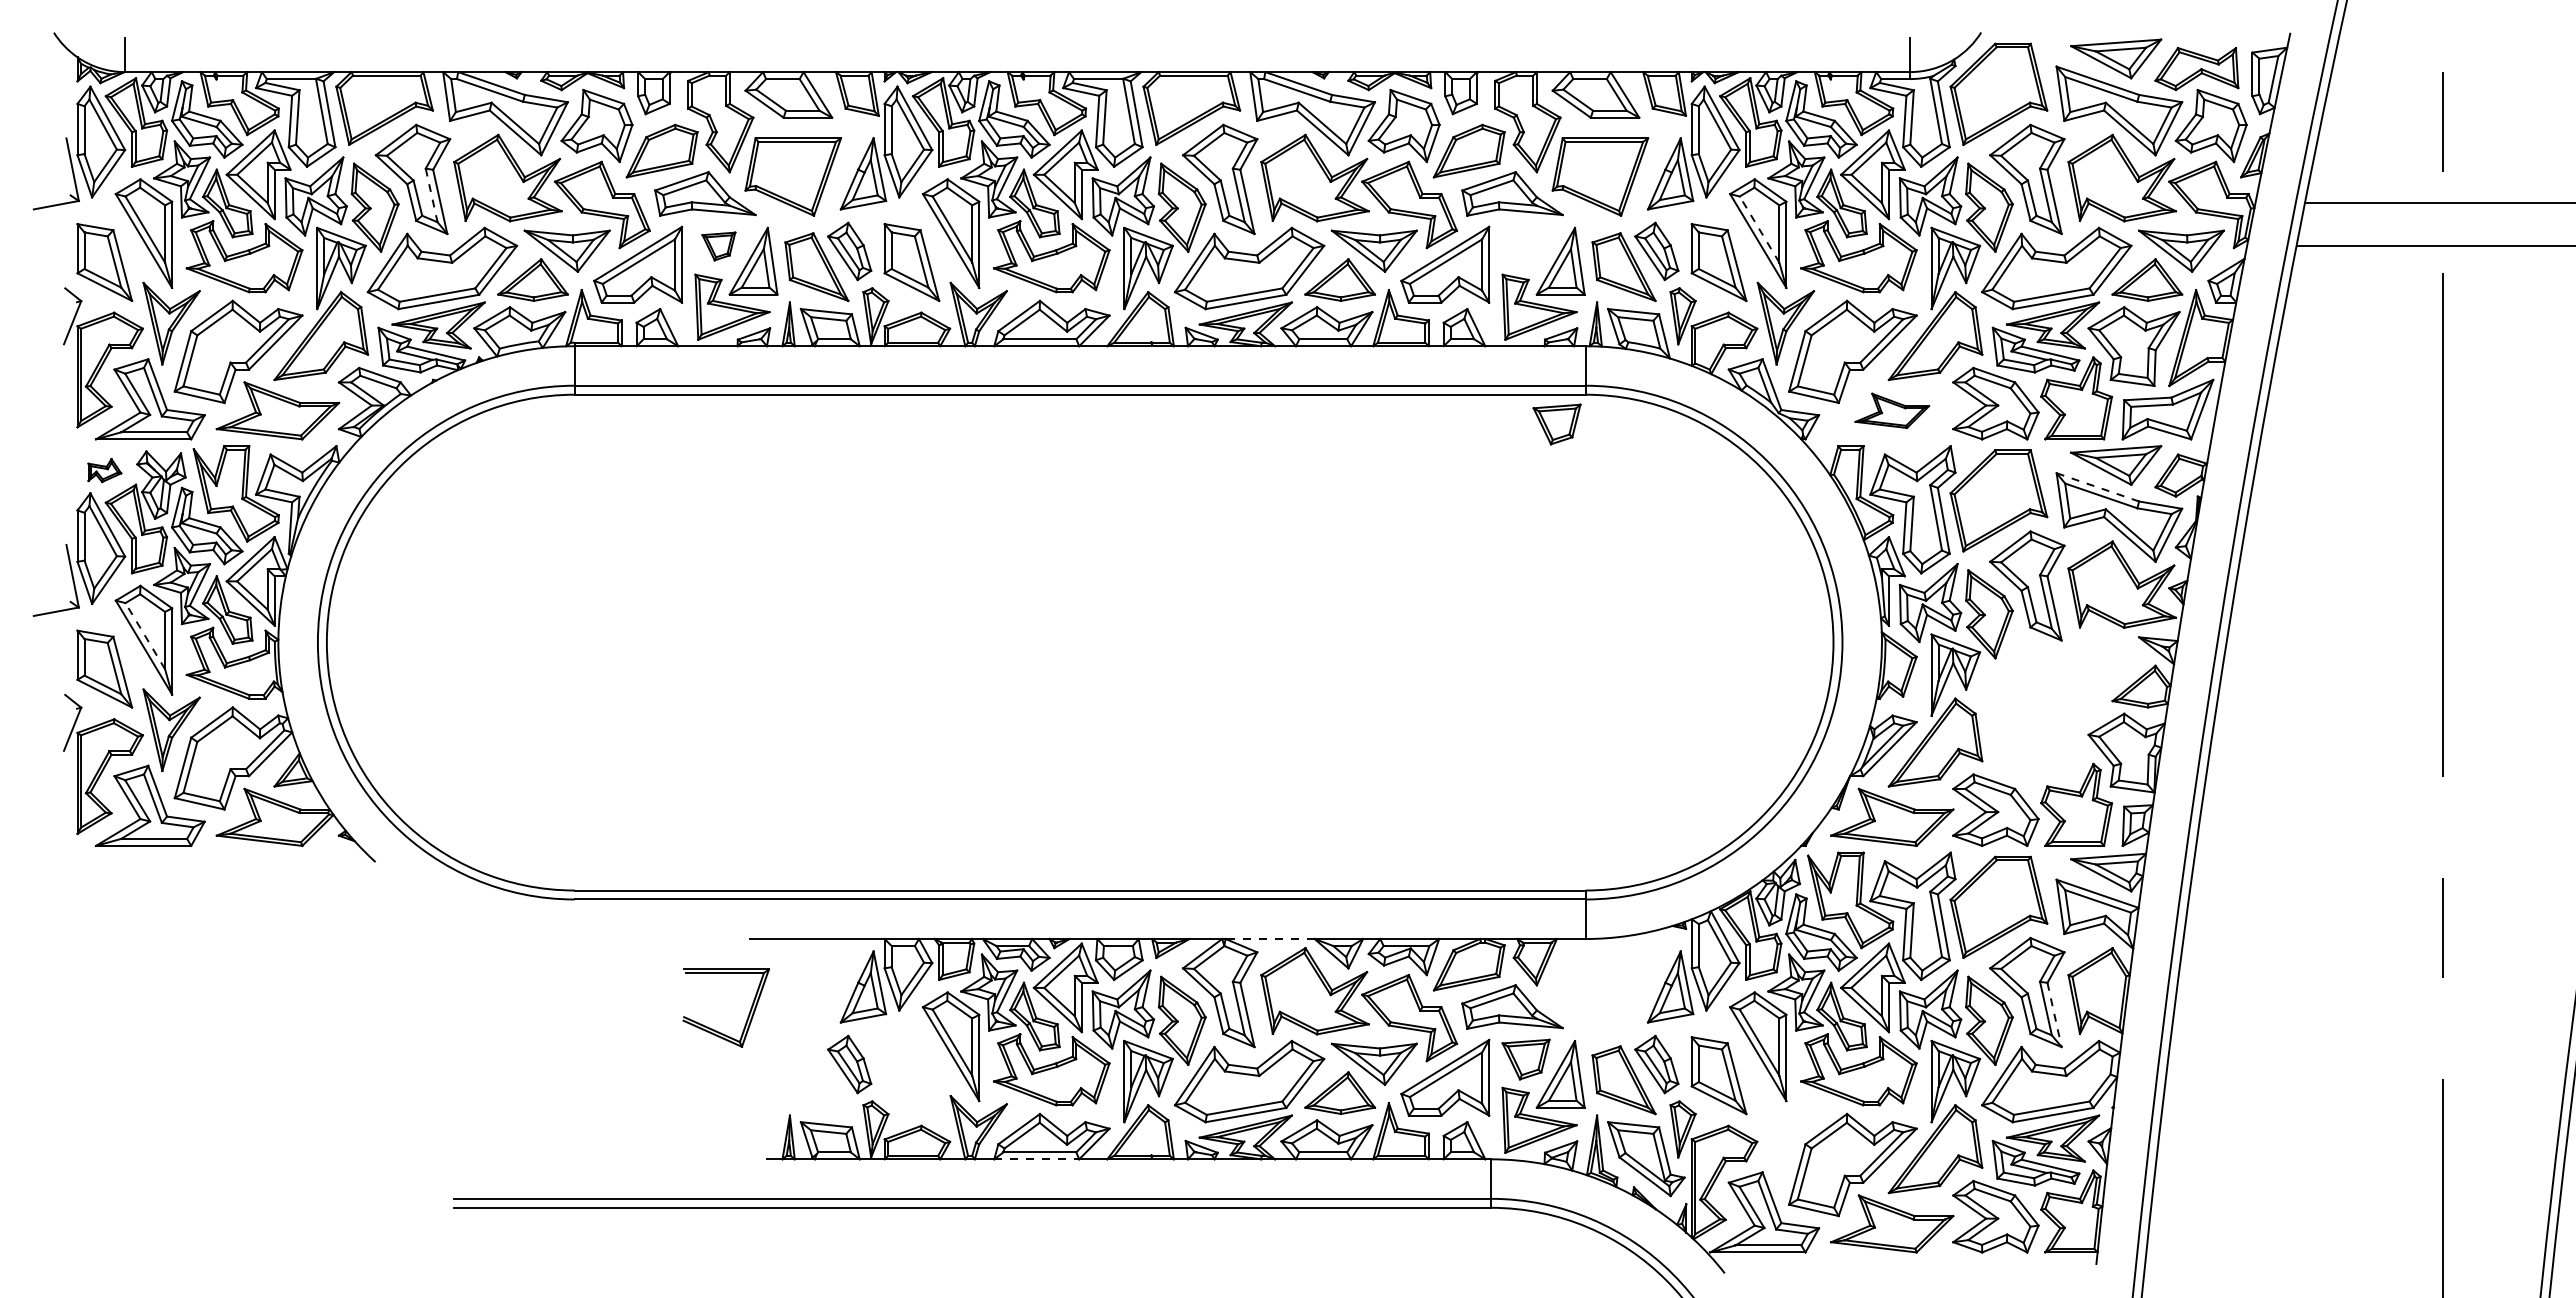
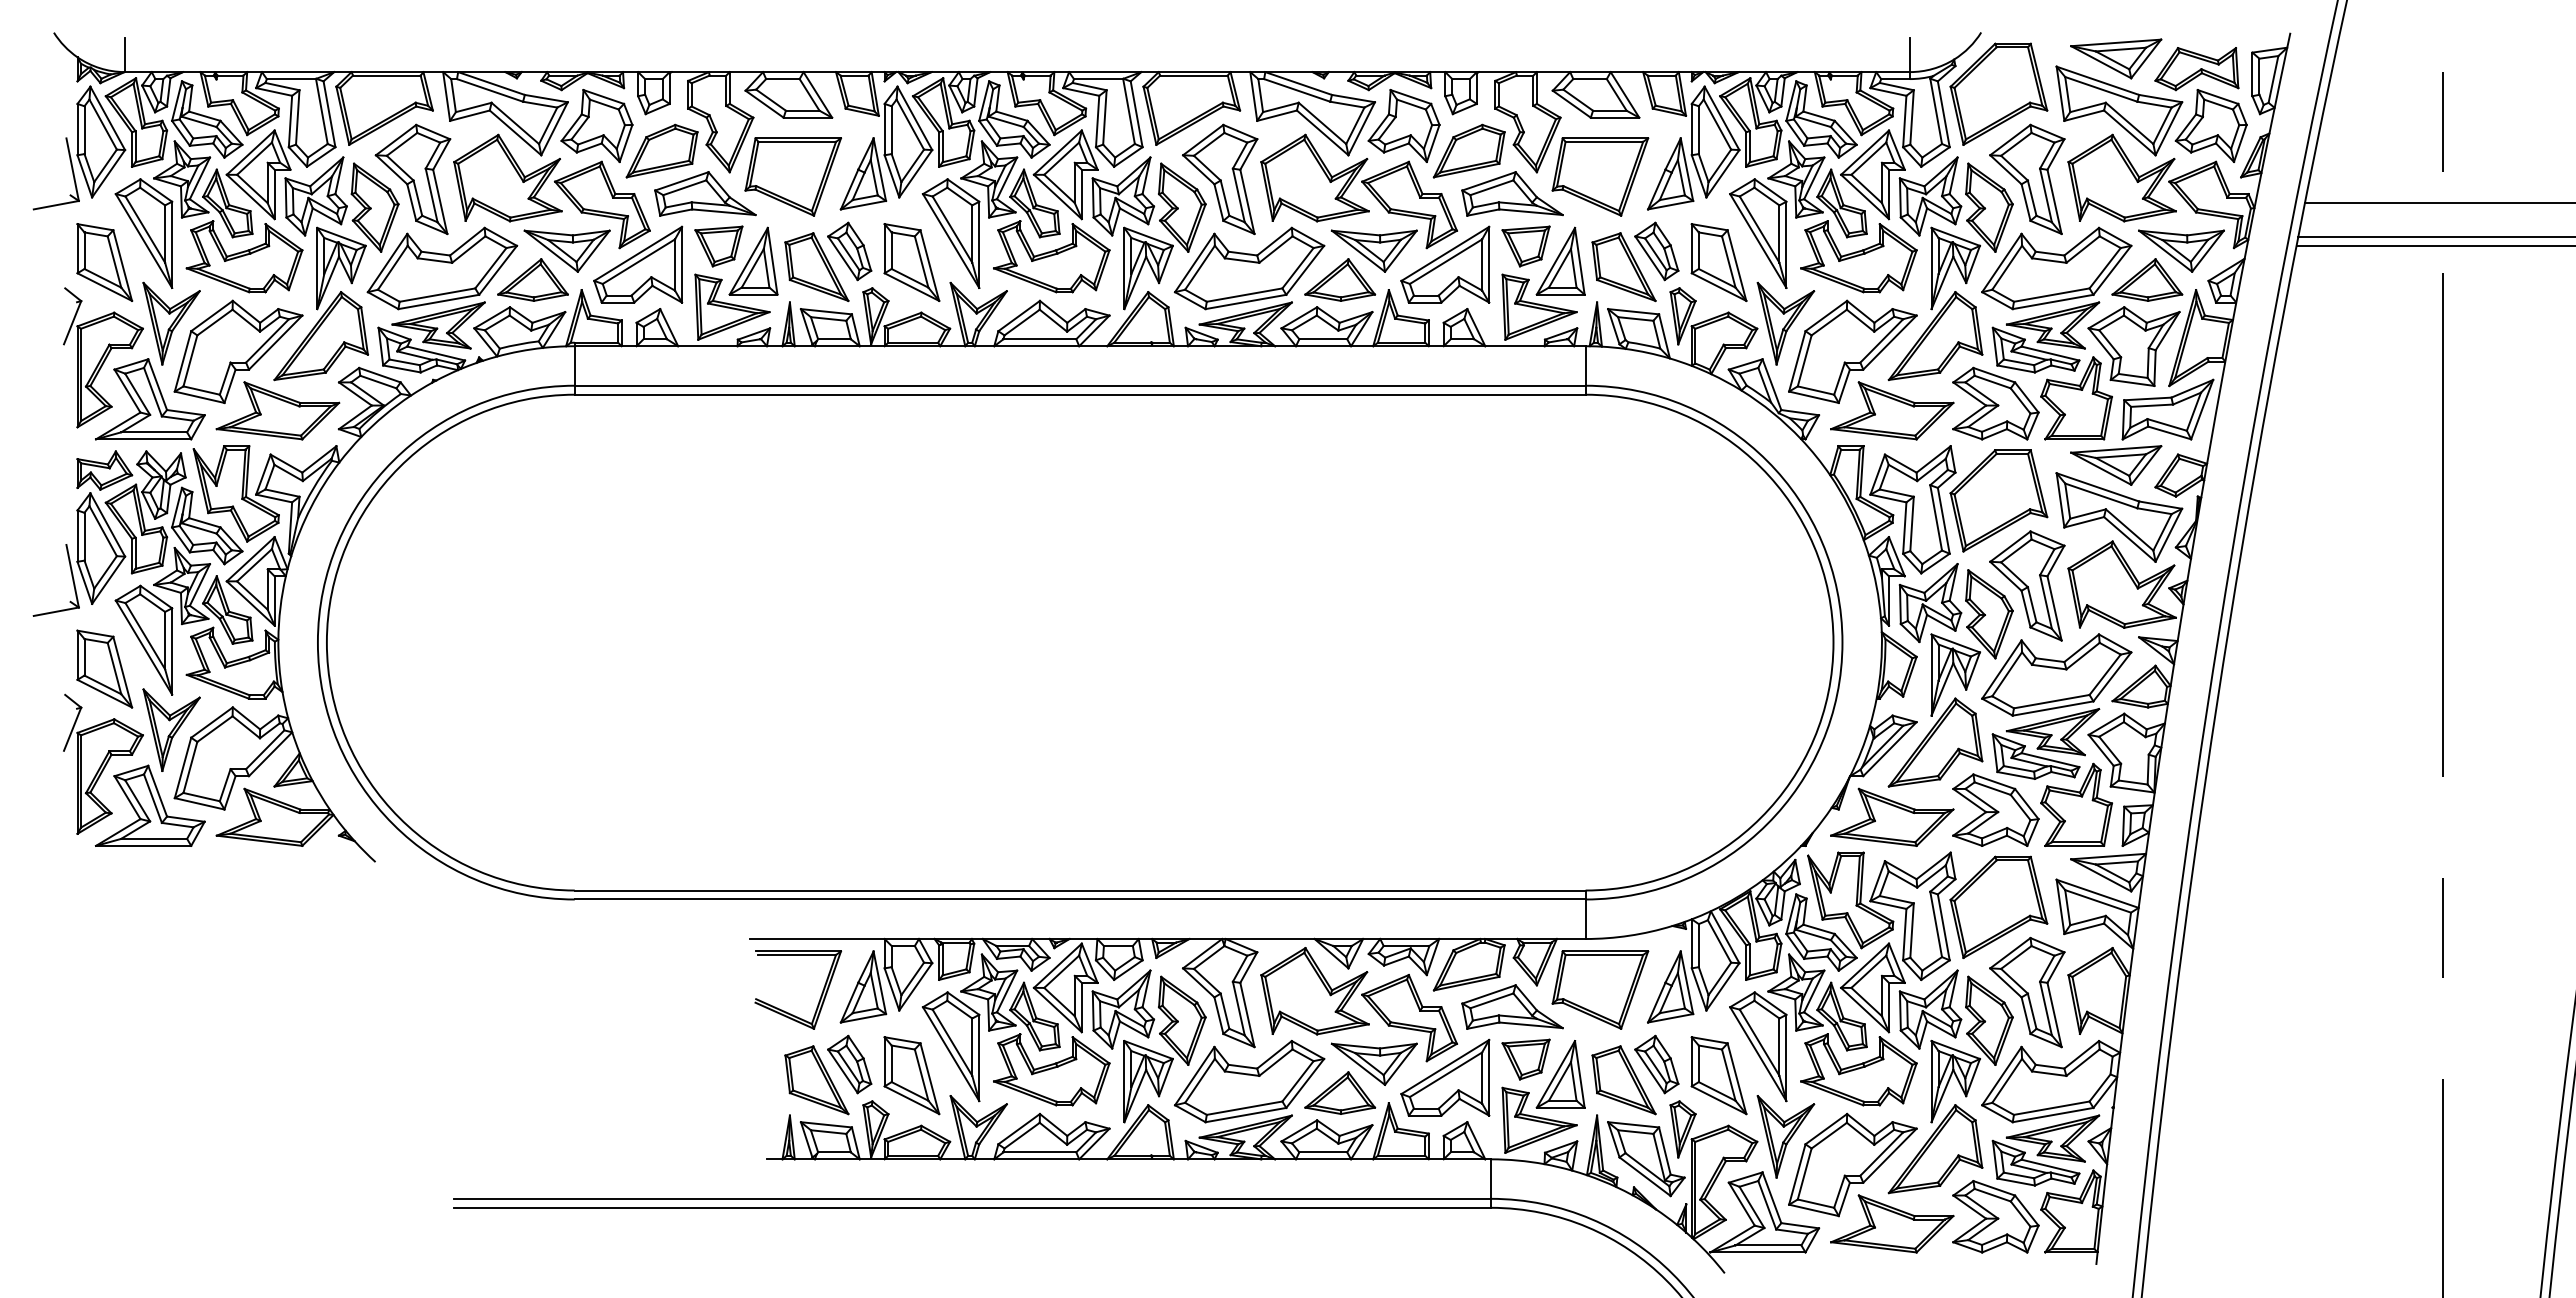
line at (431, 195): dashed -> solid
line at (1759, 229): dashed -> solid
line at (2435, 236): none -> present
part at (718, 246) size: 36x31 px -> 50x43 px
part at (1892, 410) size: 77x38 px -> 125x60 px
part at (1556, 424) position: (1556, 424) -> (1525, 246)
part at (104, 470) size: 36x26 px -> 58x41 px
line at (2097, 487): dashed -> solid
line at (145, 636): dashed -> solid
part at (2056, 706): none -> present
line at (1270, 939): dashed -> solid
part at (1600, 989): none -> present
part at (748, 1013) position: (748, 1013) -> (820, 995)
line at (2054, 1014): dashed -> solid
part at (911, 1075): none -> present
part at (816, 1080): none -> present
part at (1785, 1136): none -> present
line at (1037, 1159): dashed -> solid
